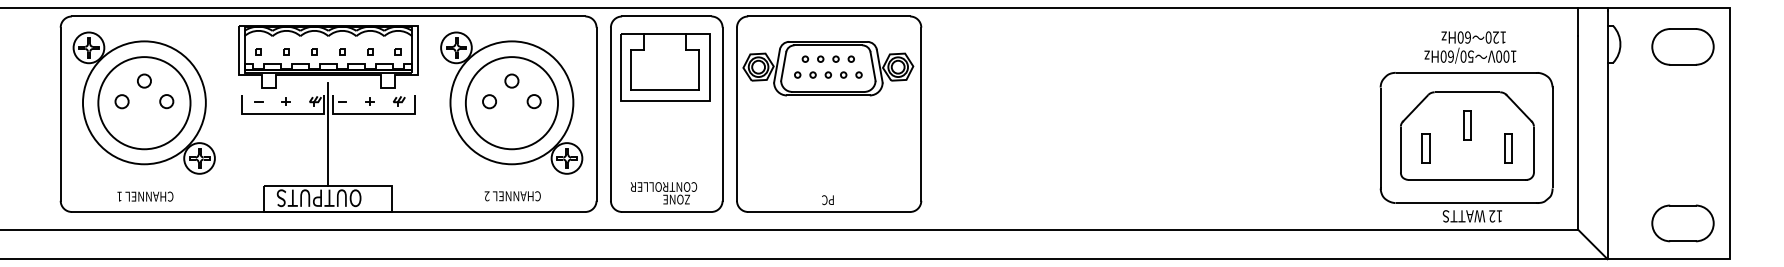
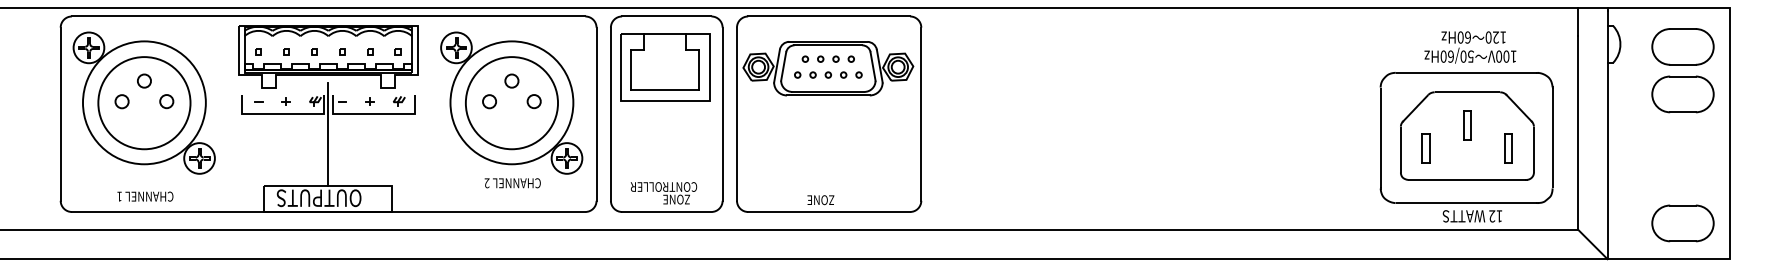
part at (1682, 94): none -> present
text at (512, 196) position: (512, 196) -> (512, 183)
text at (820, 199): PC -> ZONE
